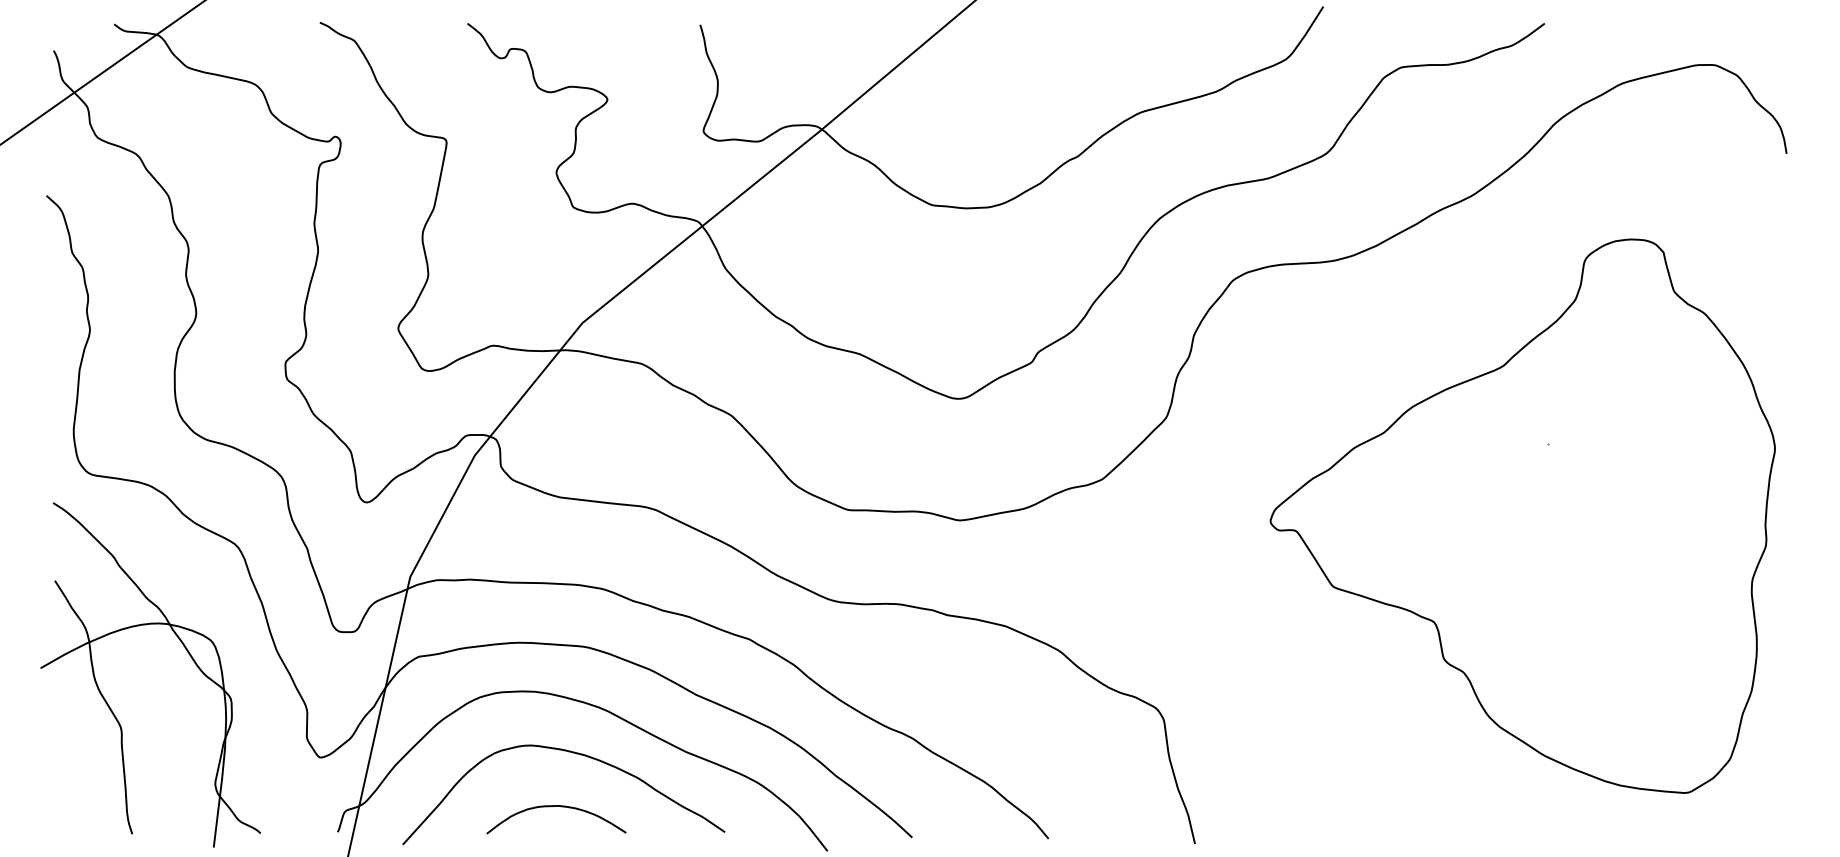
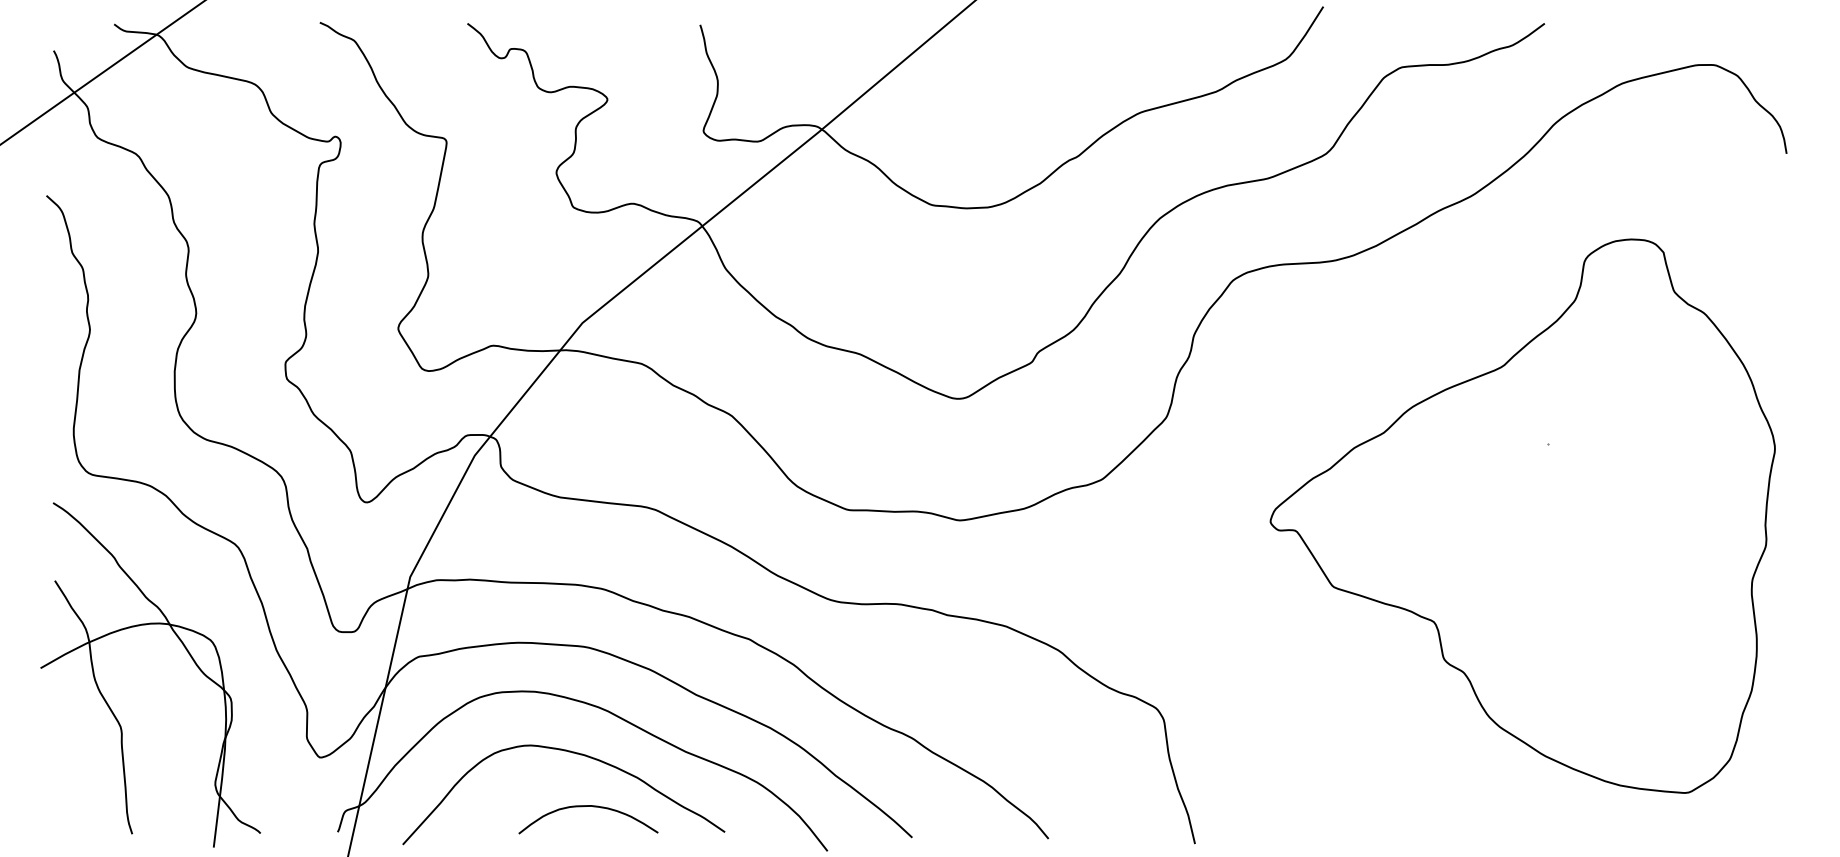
curve at (556, 806) position: (556, 806) -> (588, 806)
